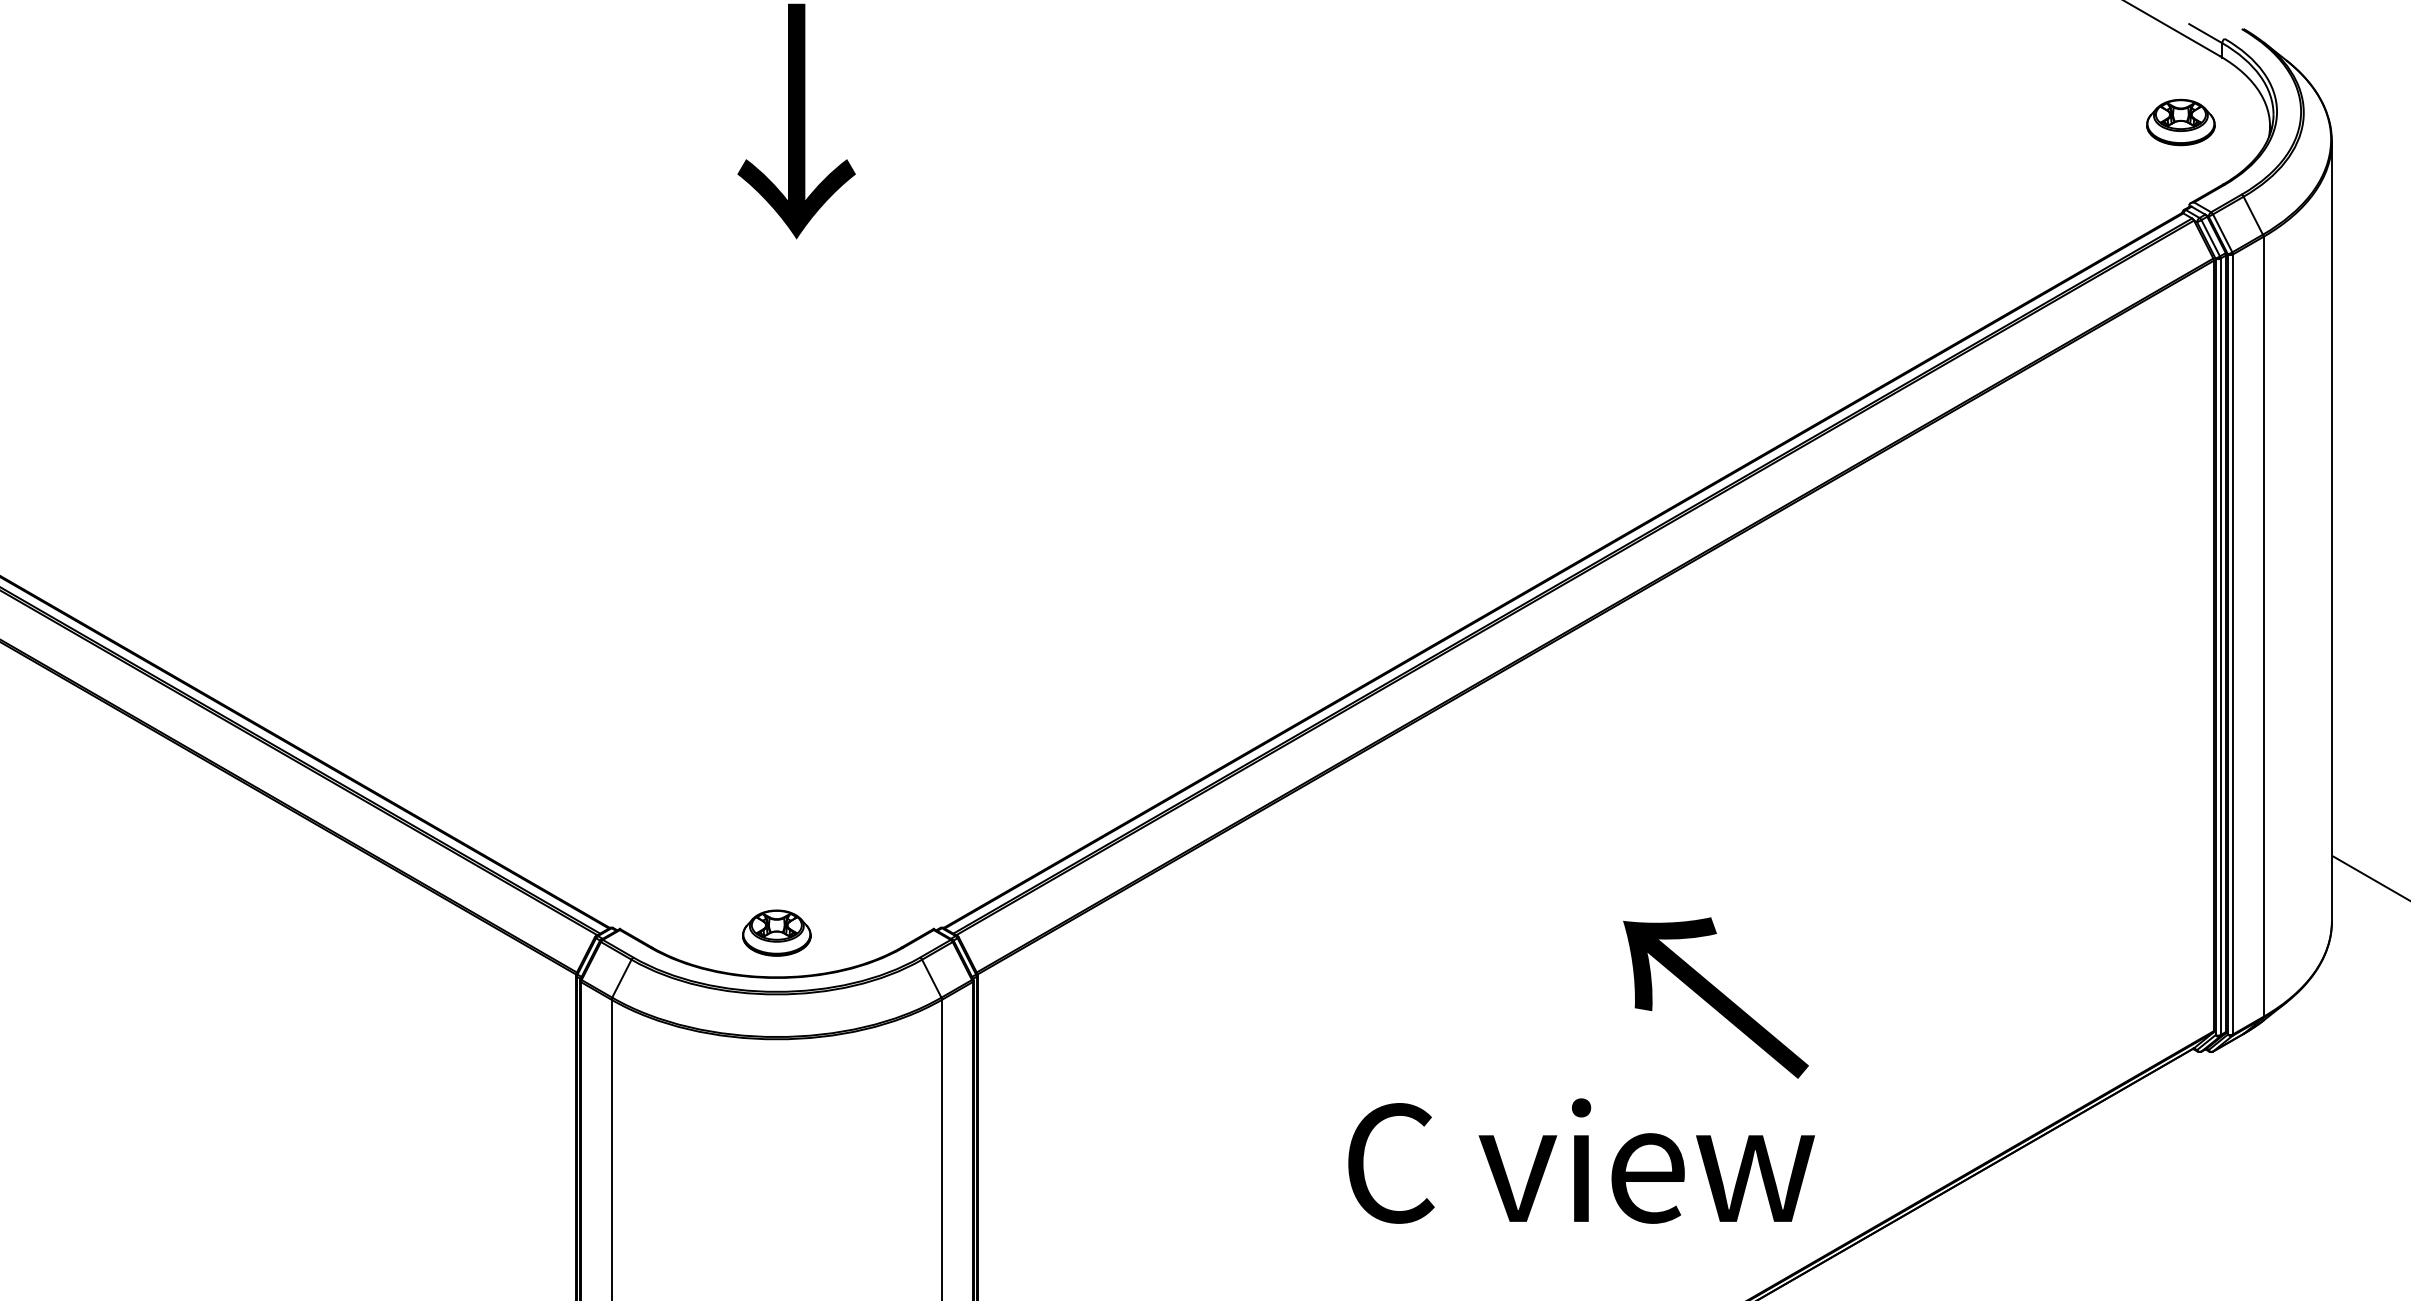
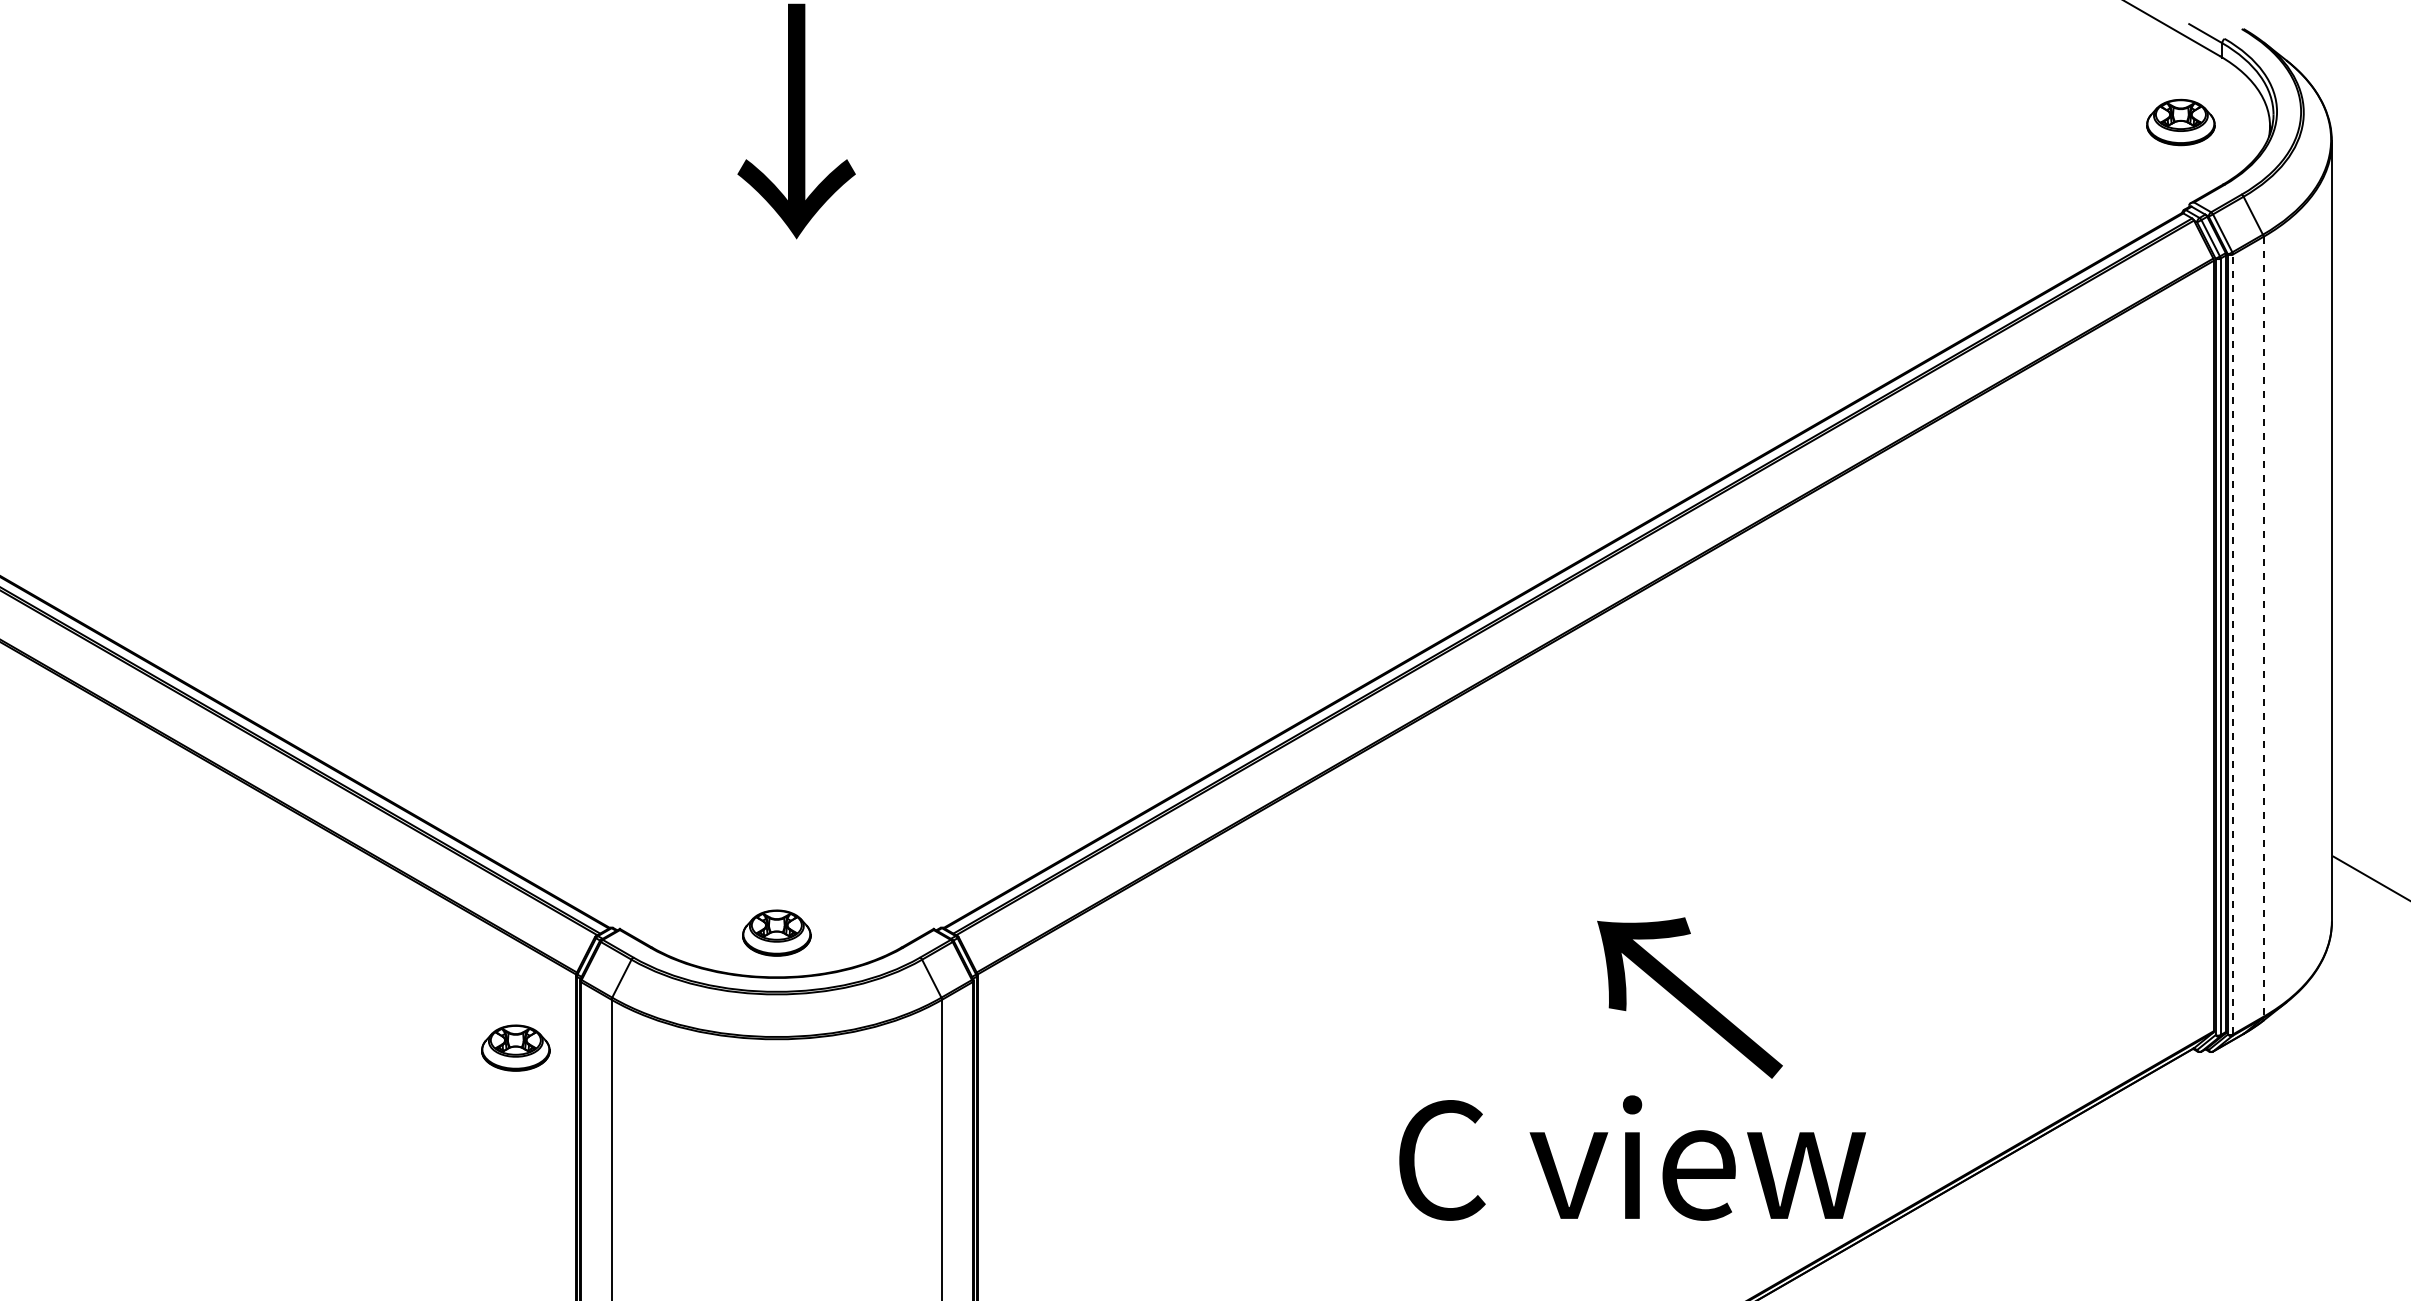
line at (2263, 626): solid -> dashed
line at (2232, 644): solid -> dashed
text at (1715, 997) position: (1715, 997) -> (1689, 997)
part at (515, 1047): none -> present
text at (1581, 1160) position: (1581, 1160) -> (1632, 1157)
